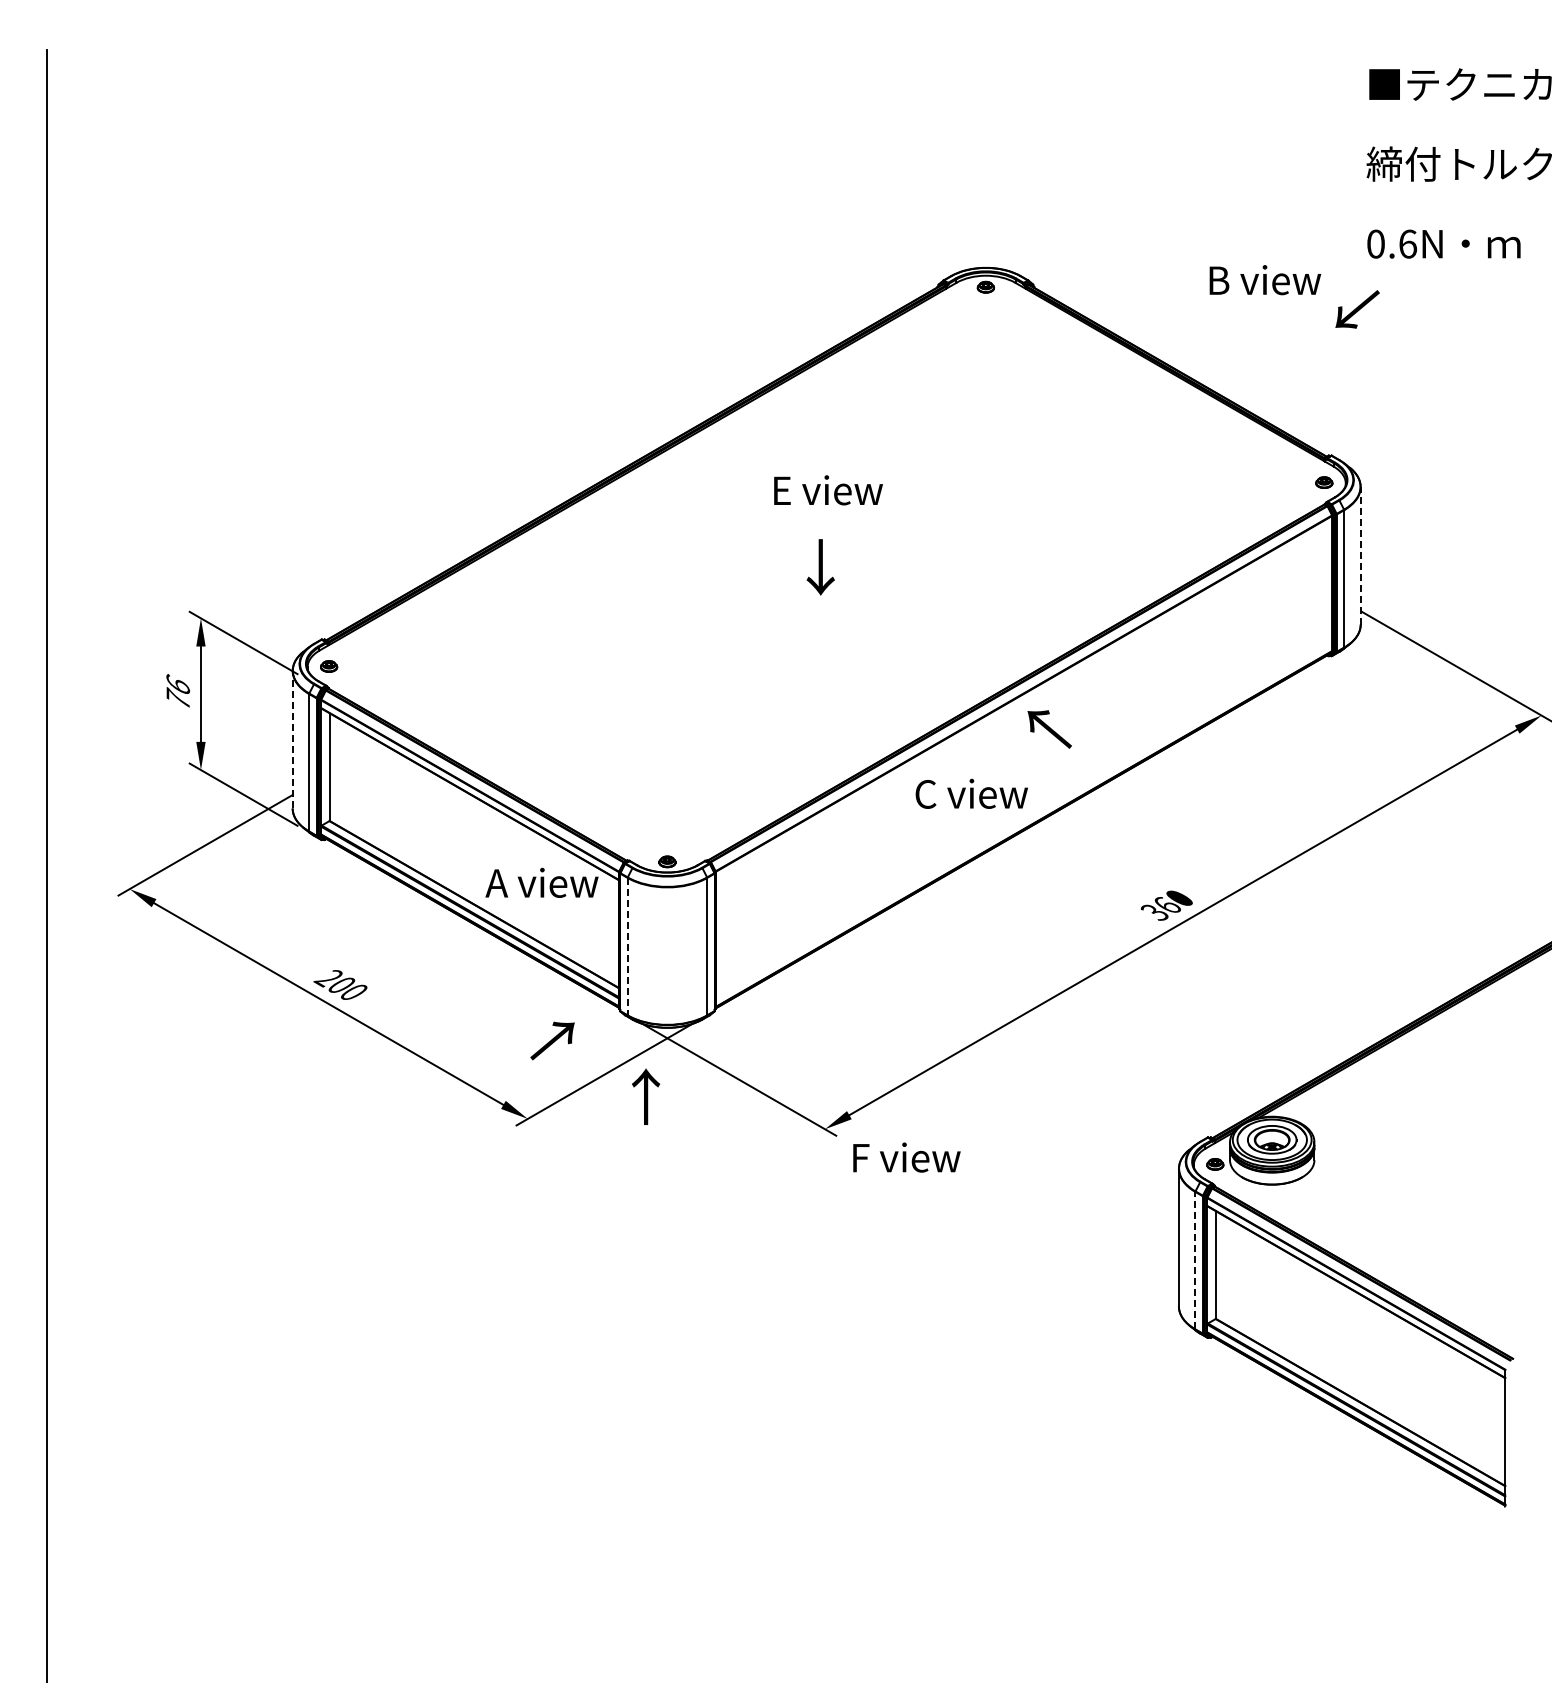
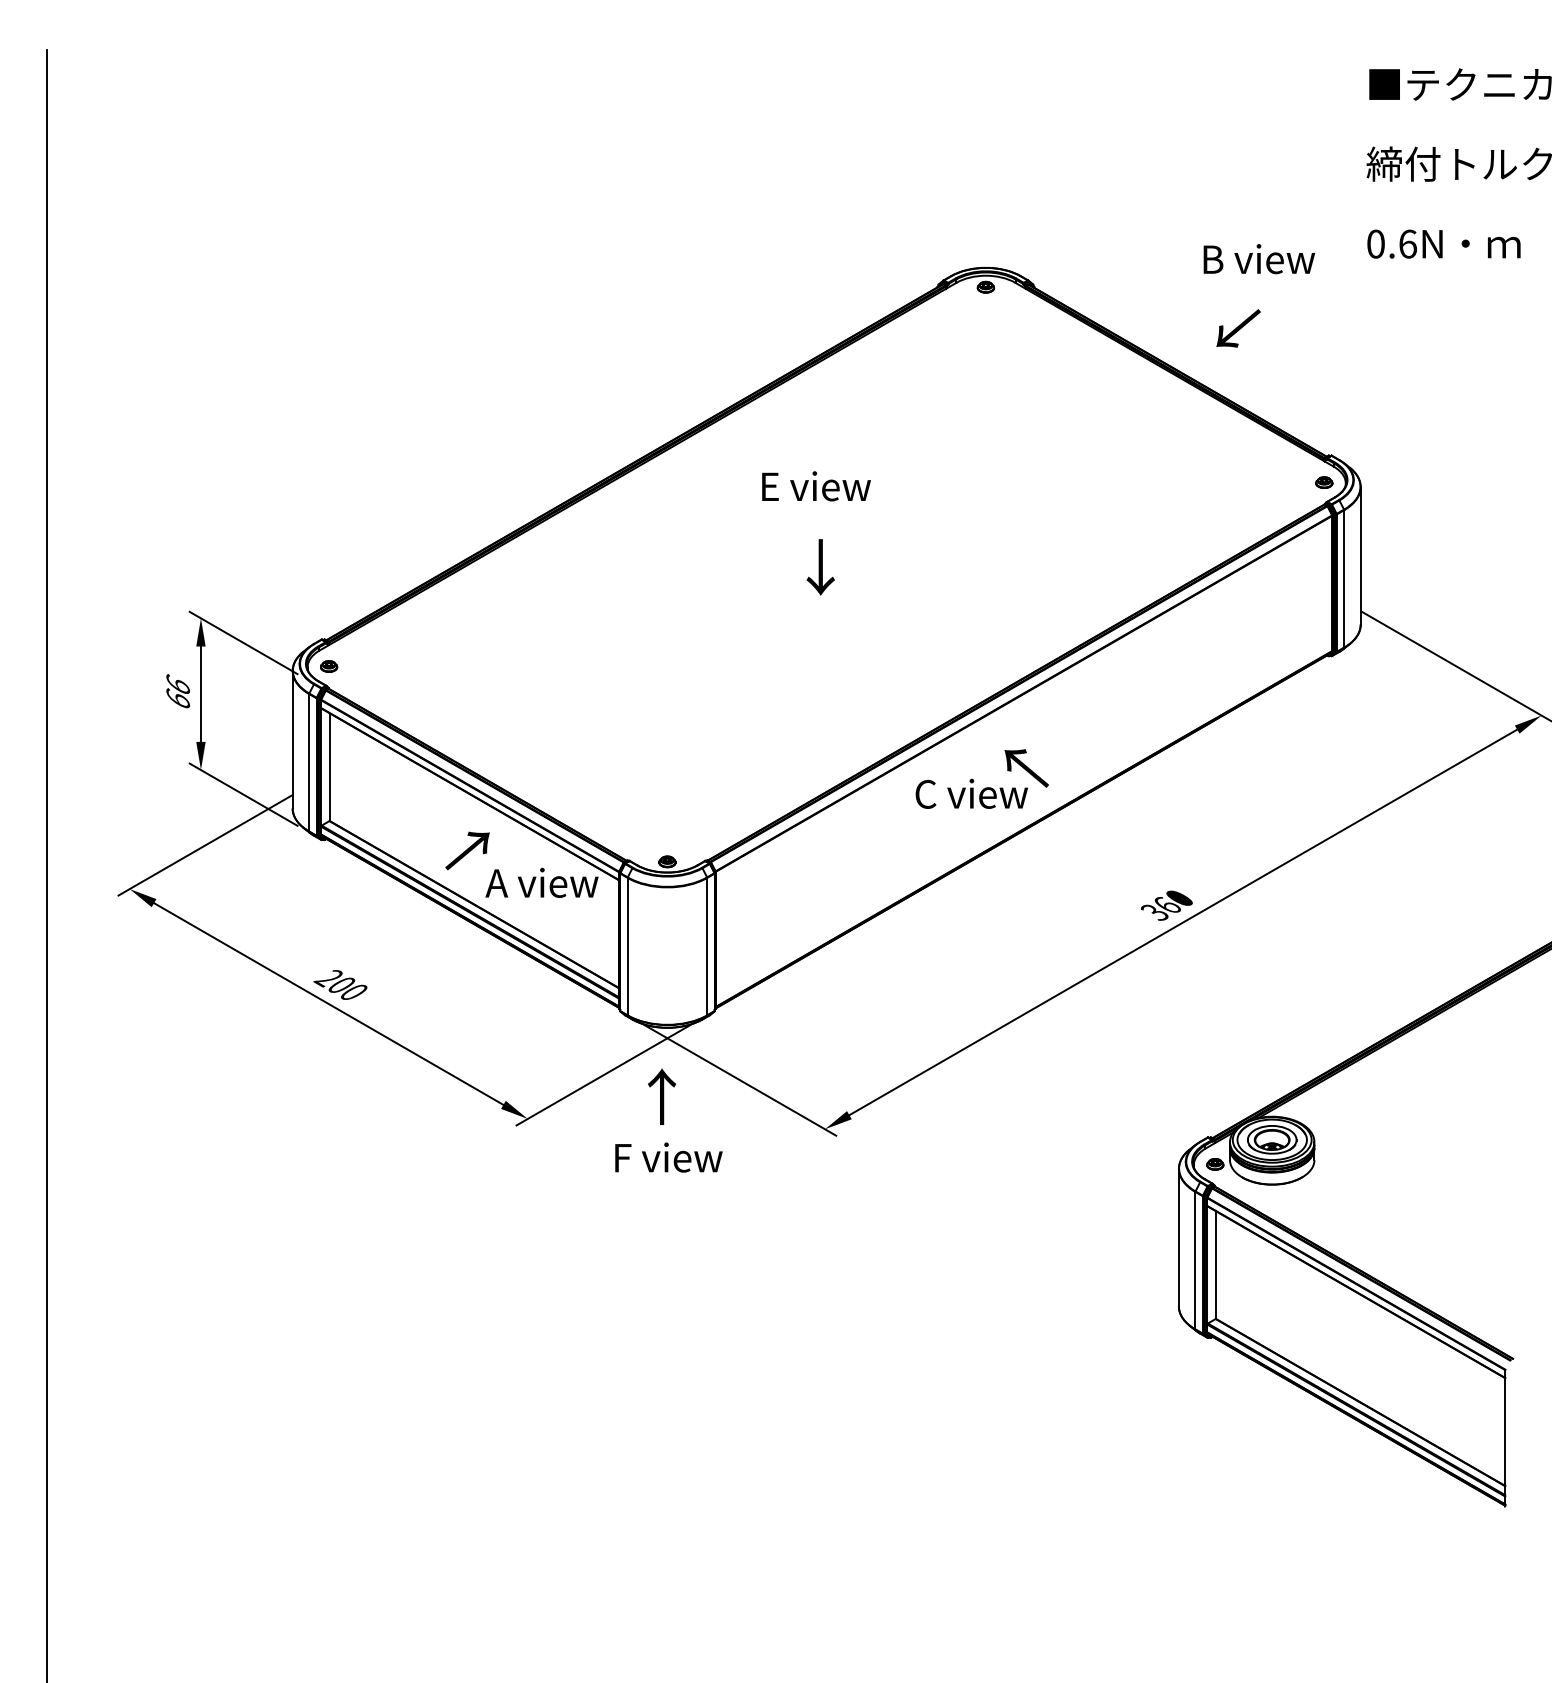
text at (1265, 280) position: (1265, 280) -> (1259, 259)
text at (1357, 309) position: (1357, 309) -> (1238, 328)
text at (828, 490) position: (828, 490) -> (816, 486)
line at (1360, 555): dashed -> solid
text at (178, 697): 76 -> 66
text at (1049, 729) position: (1049, 729) -> (1026, 768)
line at (292, 739): dashed -> solid
line at (627, 946): dashed -> solid
text at (552, 1040) position: (552, 1040) -> (467, 850)
text at (645, 1096) position: (645, 1096) -> (661, 1096)
text at (906, 1157) position: (906, 1157) -> (668, 1157)
line at (1195, 1260): dashed -> solid
